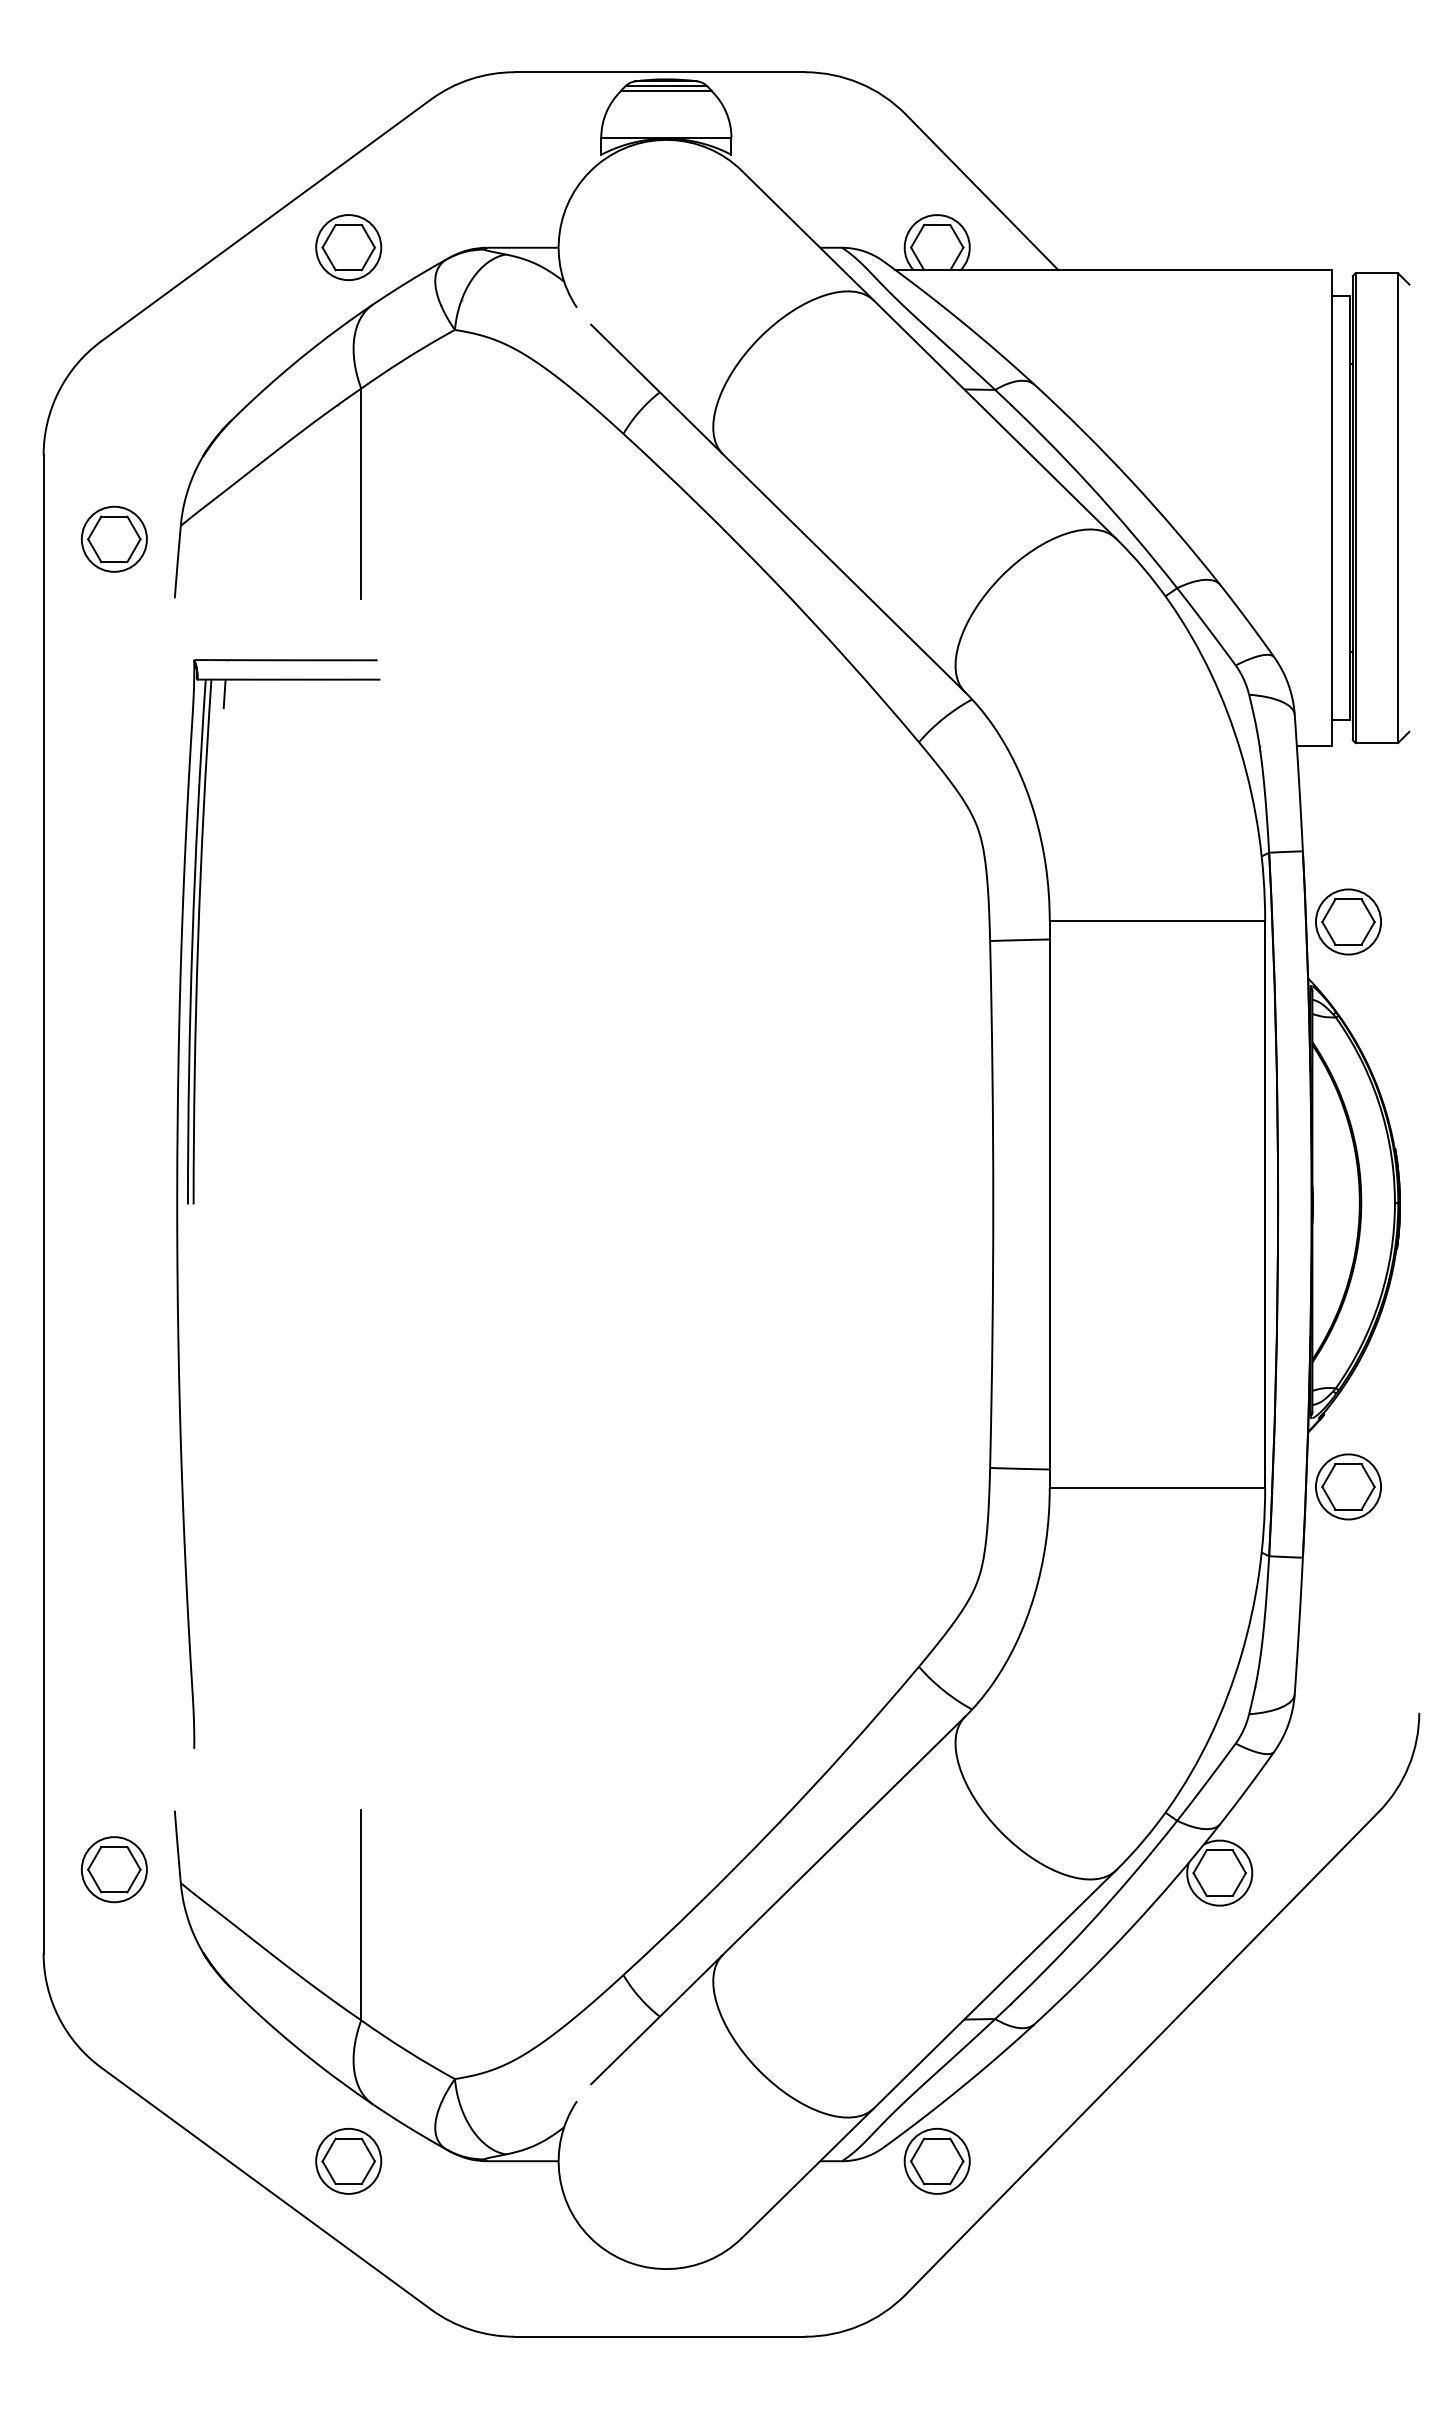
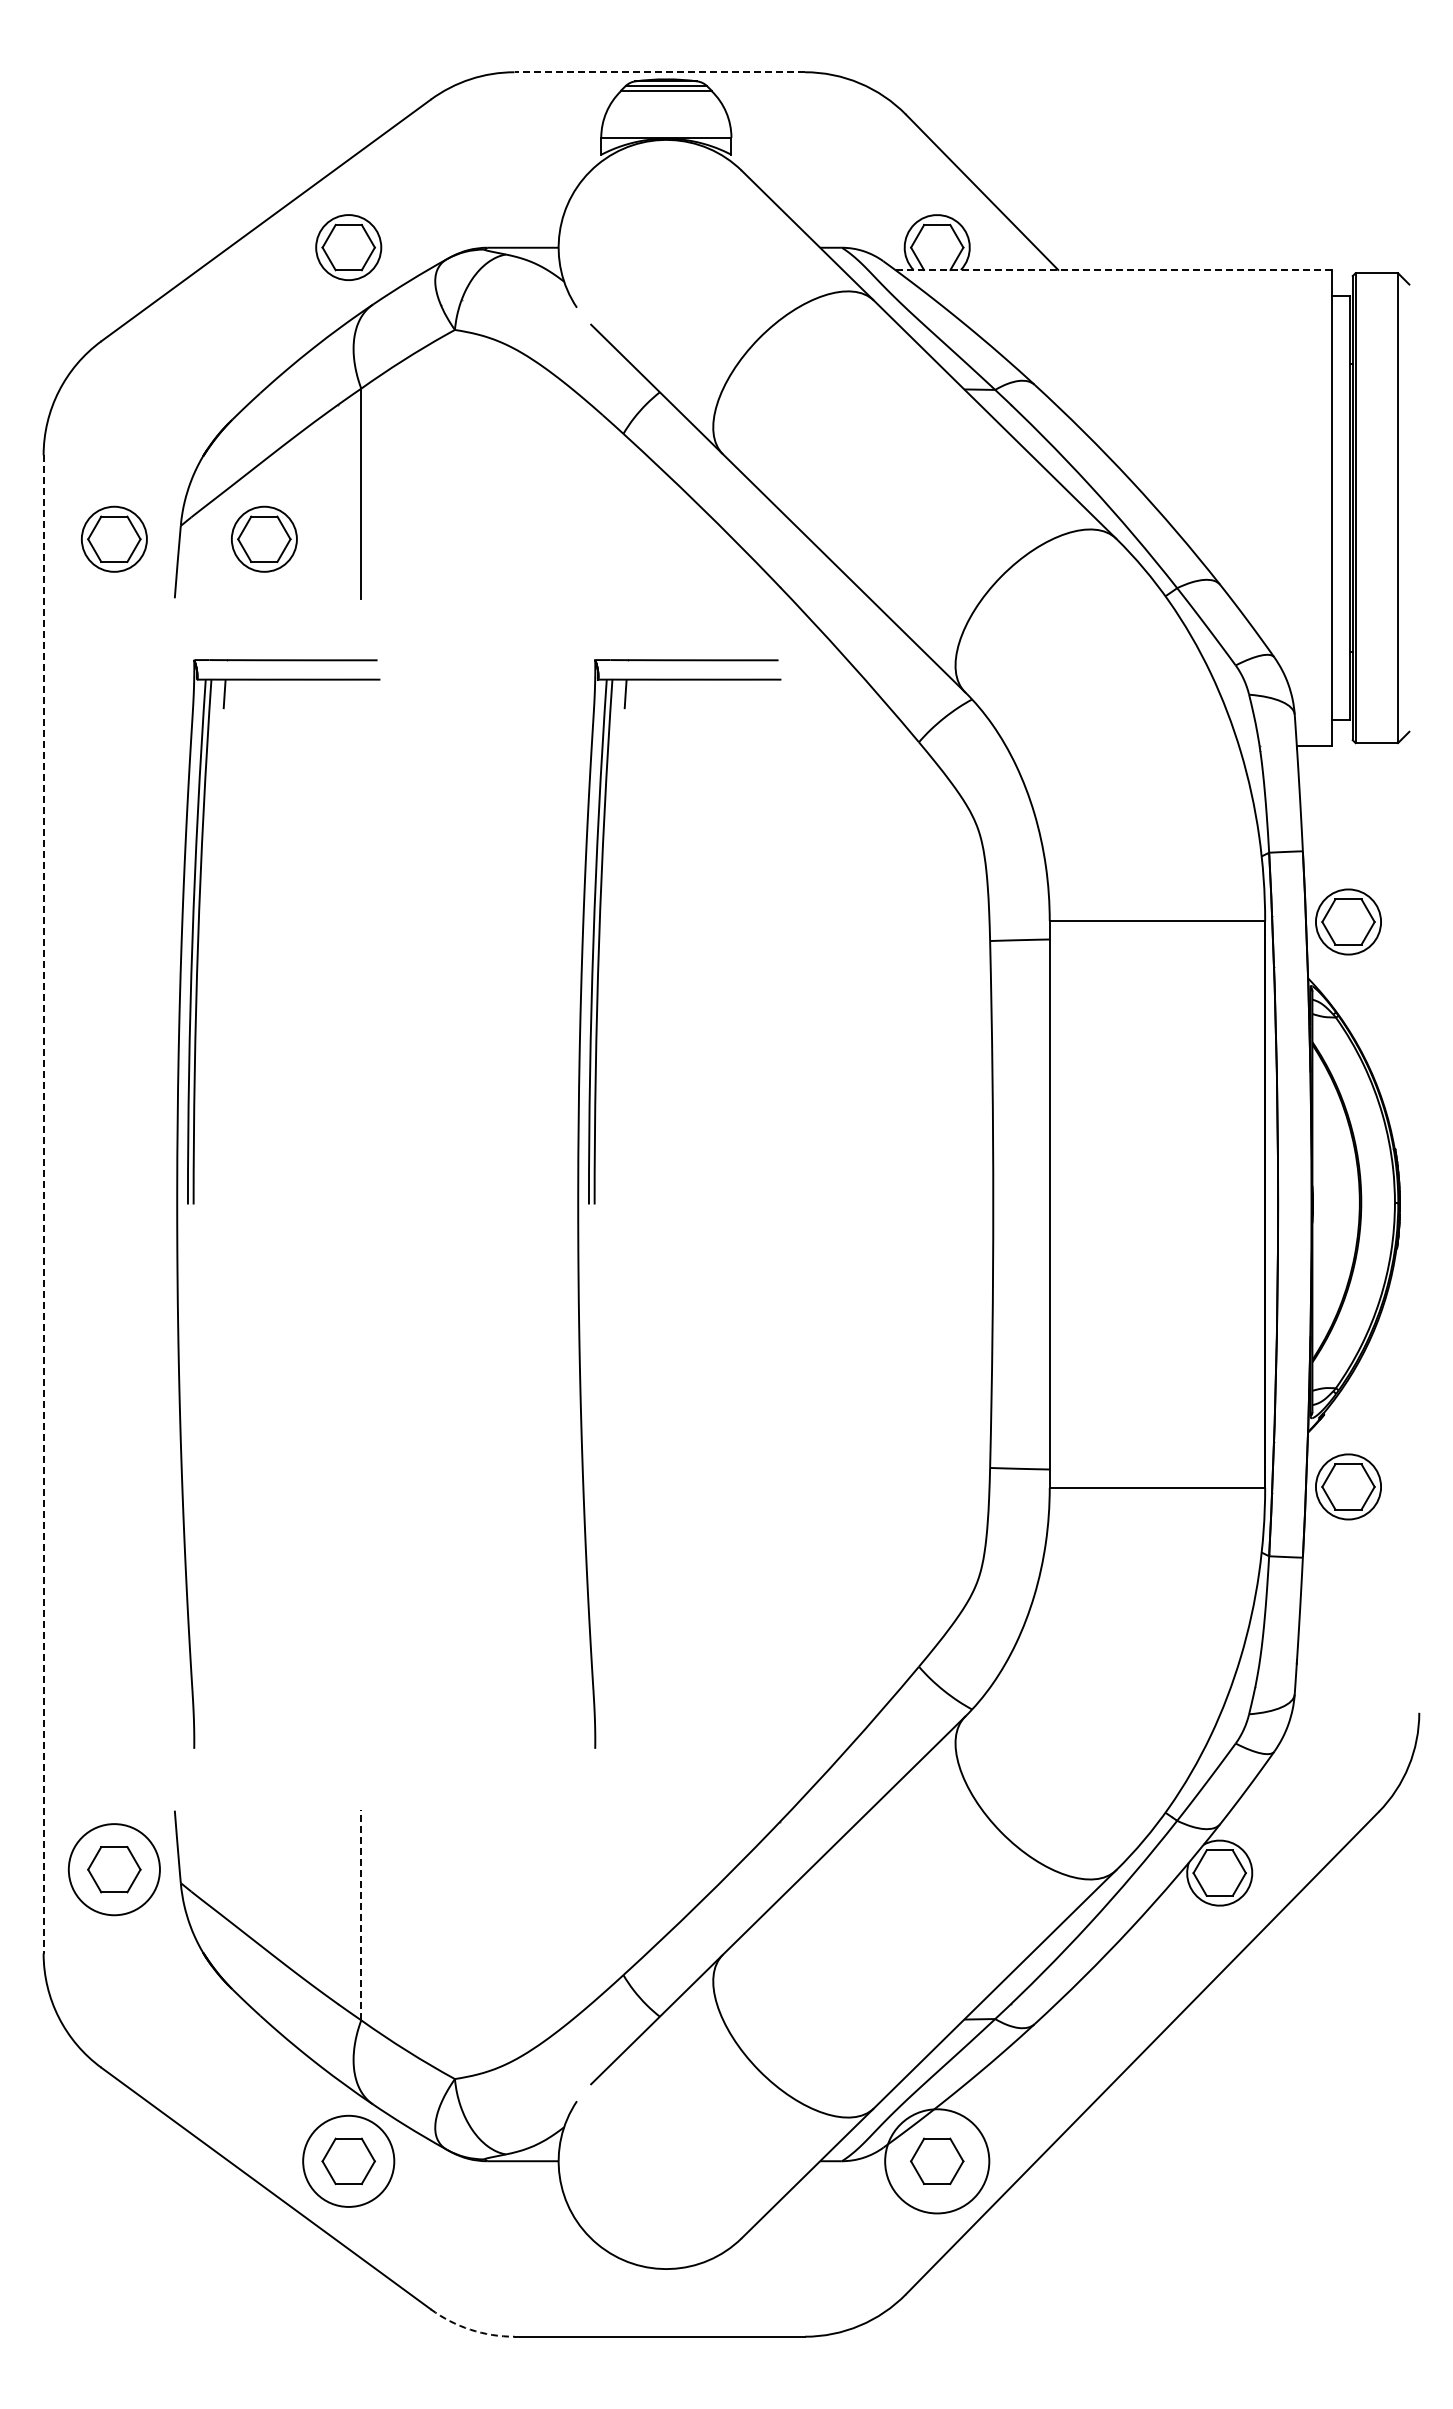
line at (659, 72): solid -> dashed
line at (1112, 269): solid -> dashed
part at (264, 538): none -> present
part at (595, 1203): none -> present
line at (43, 1204): solid -> dashed
circle at (113, 1869) diameter: 65 px -> 91 px
line at (361, 1915): solid -> dashed
circle at (348, 2160) diameter: 65 px -> 91 px
circle at (936, 2160) diameter: 65 px -> 104 px
arc at (470, 2329): solid -> dashed
